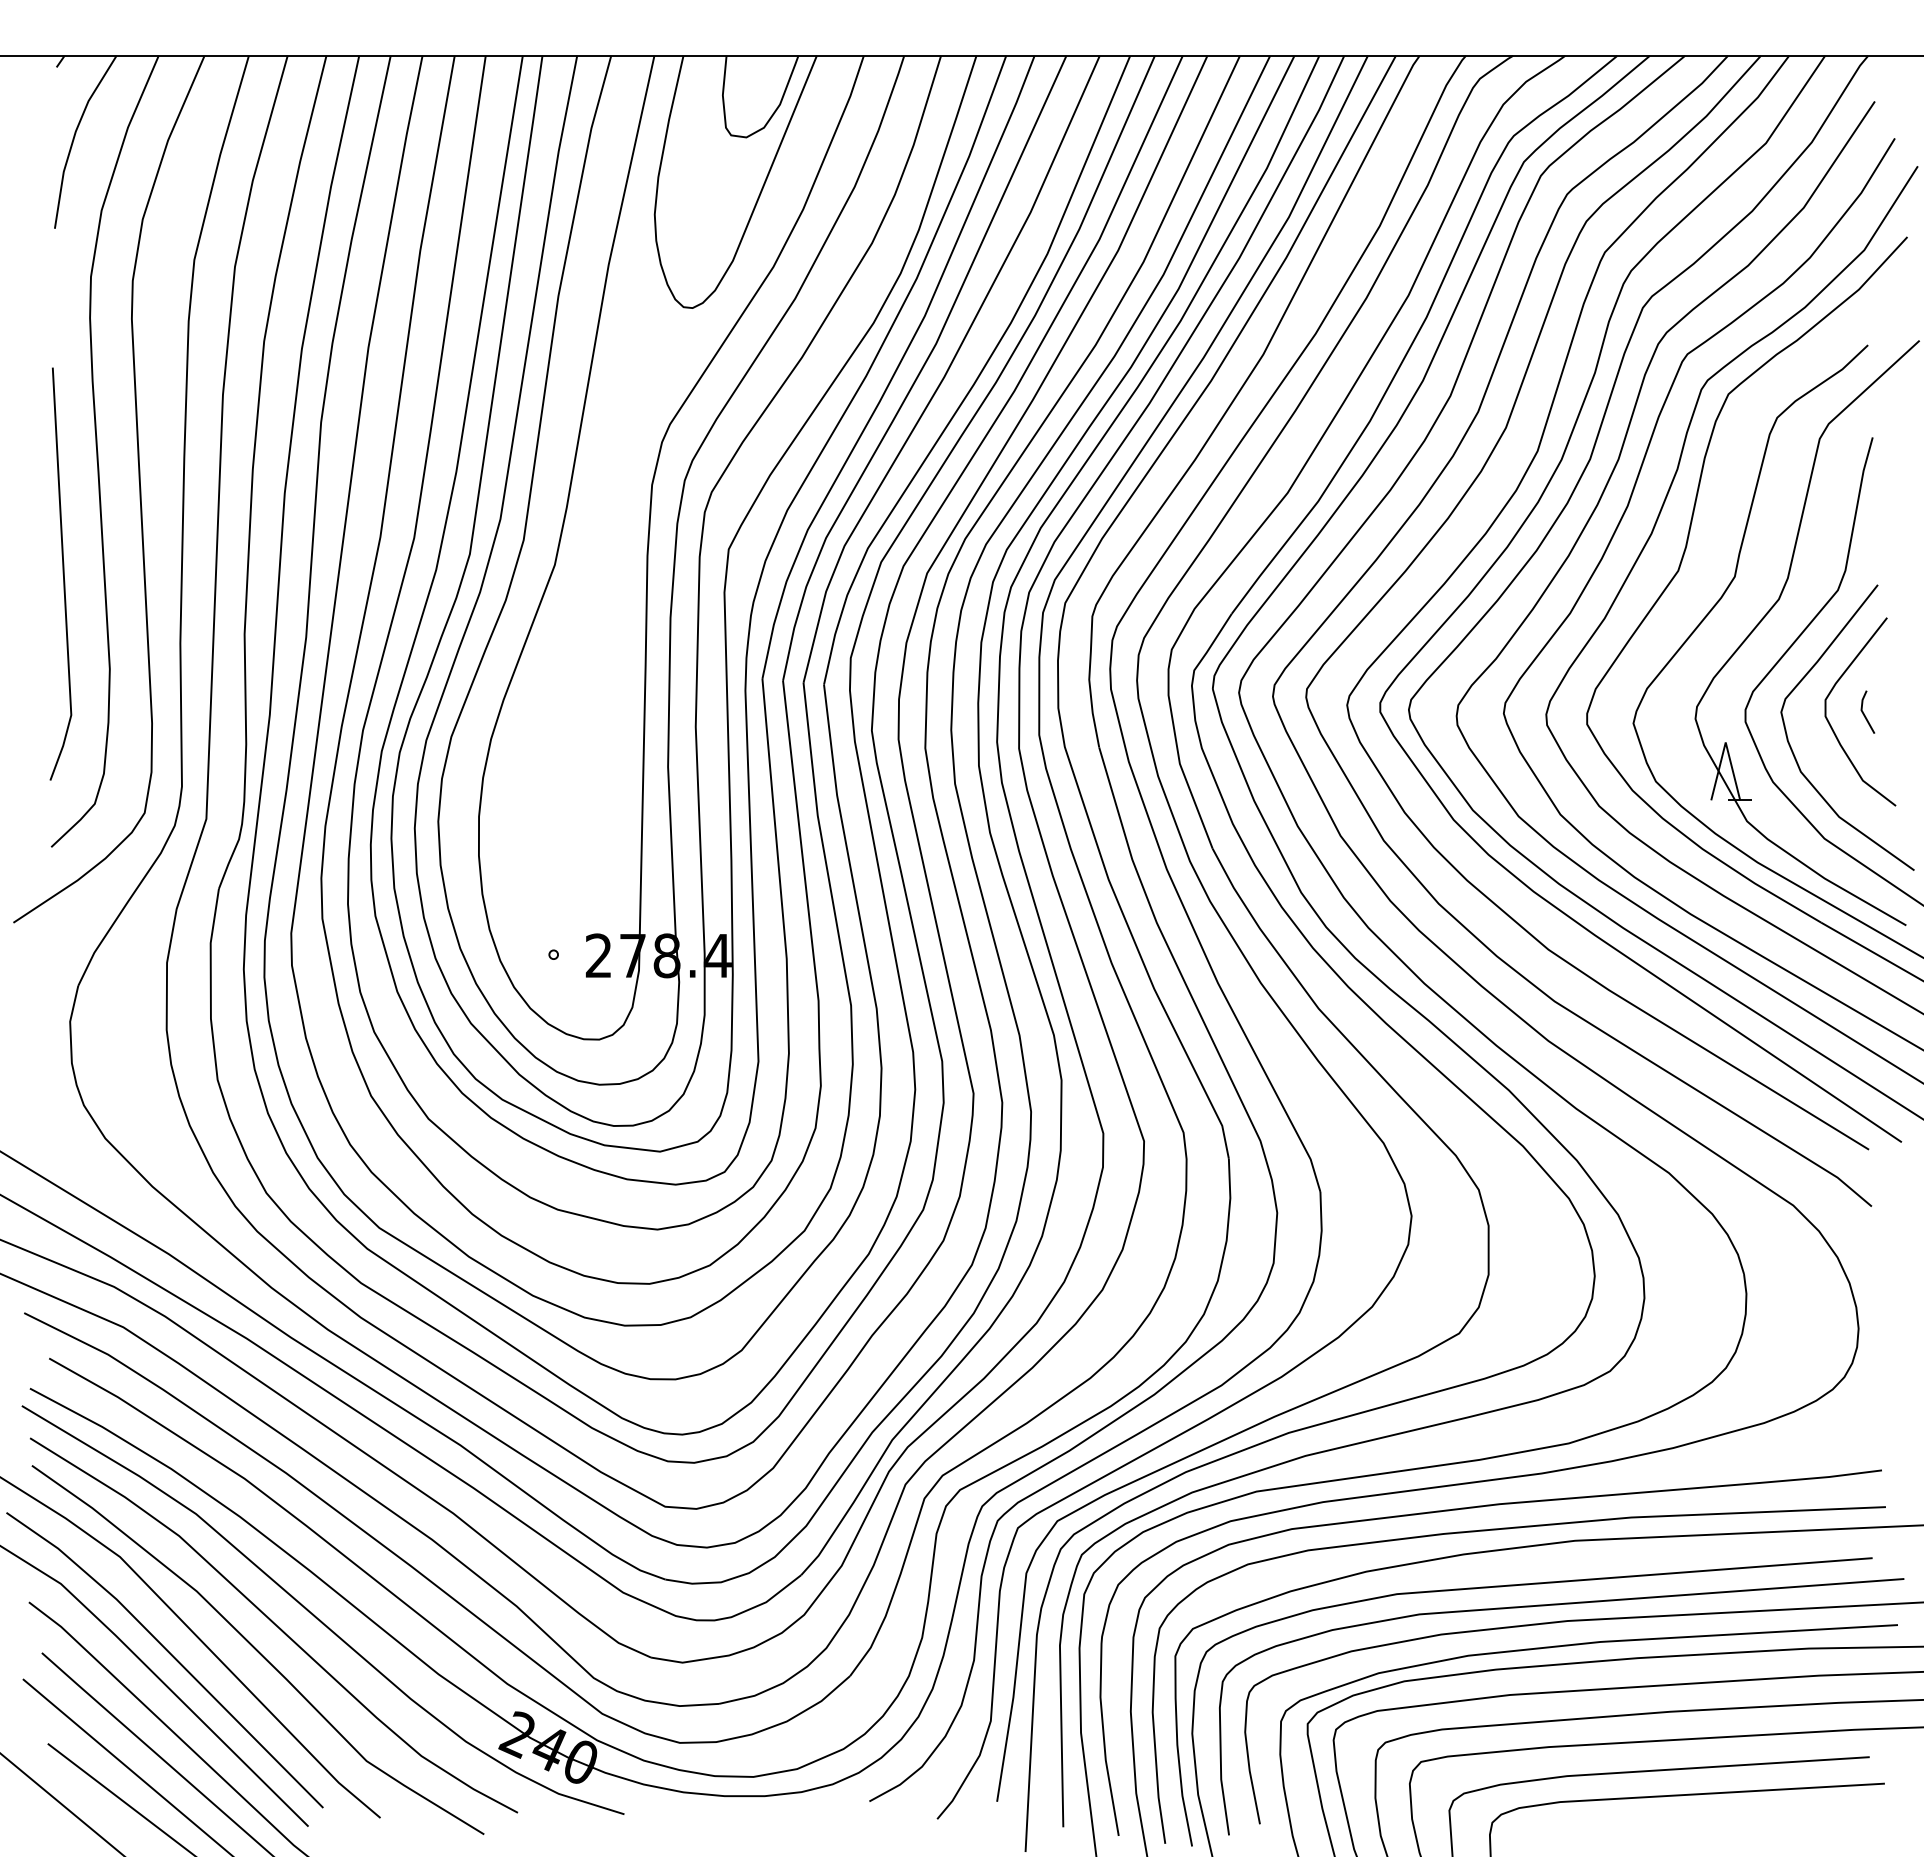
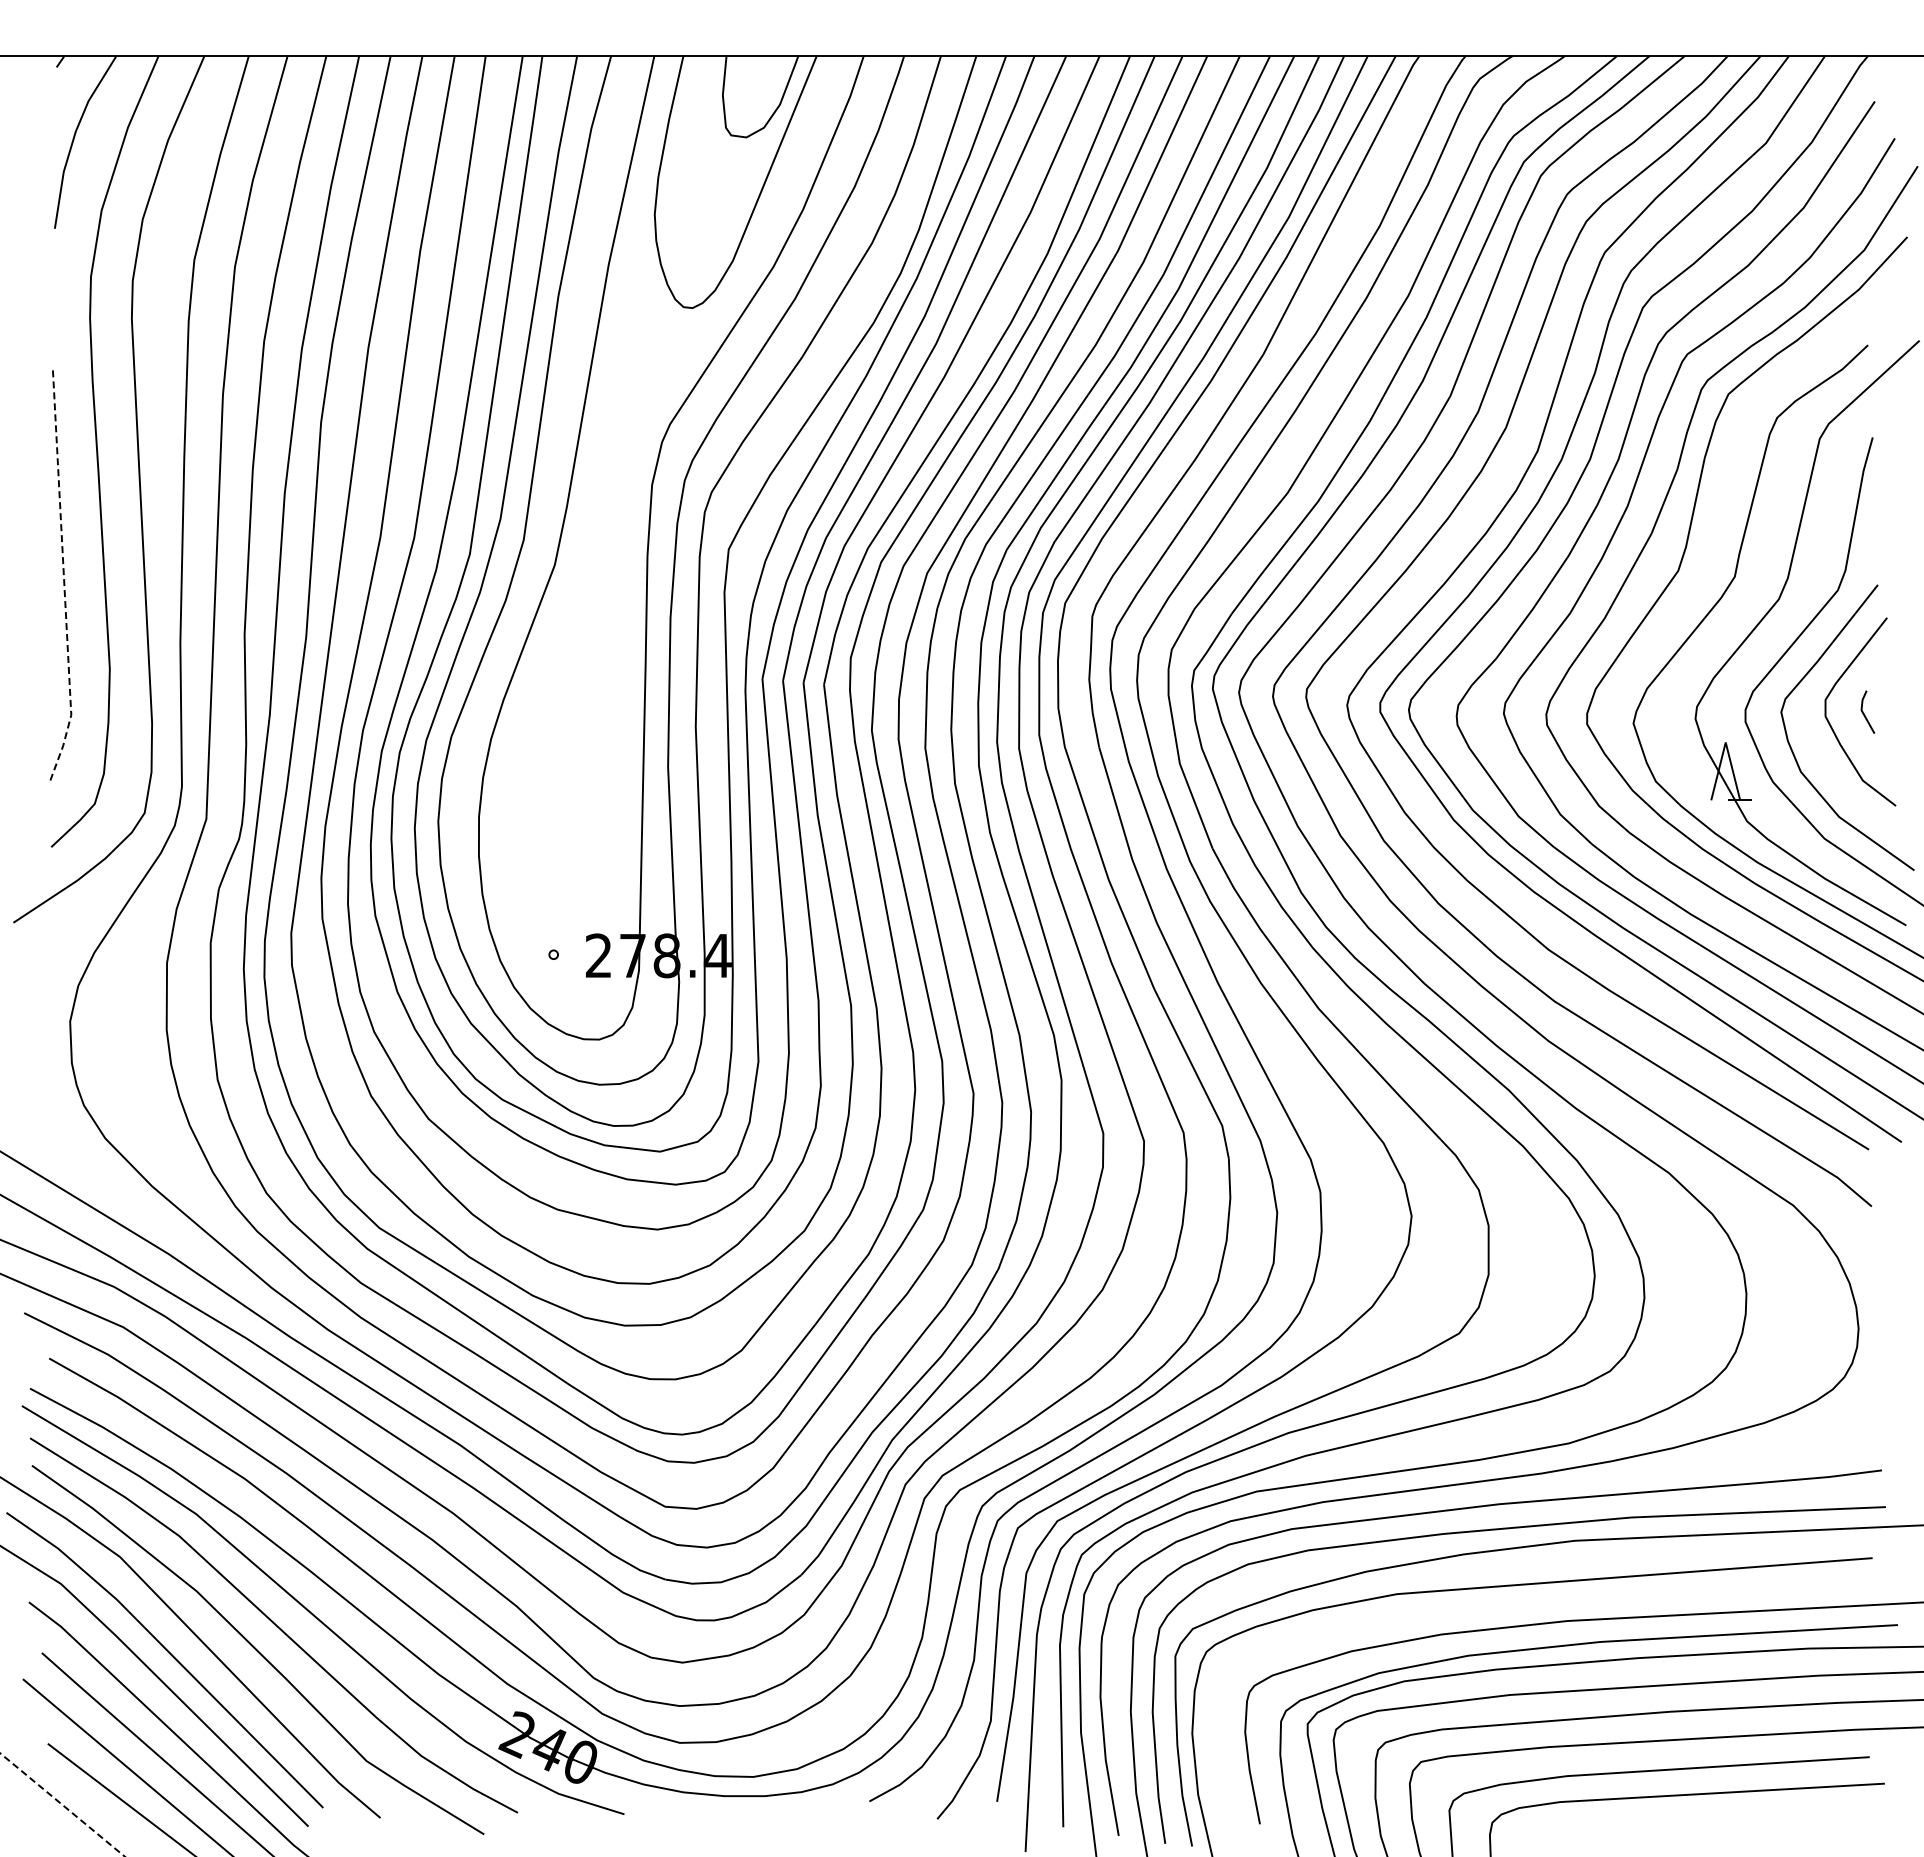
line at (63, 576): solid -> dashed
curve at (1559, 1605): present -> none
line at (62, 1804): solid -> dashed
